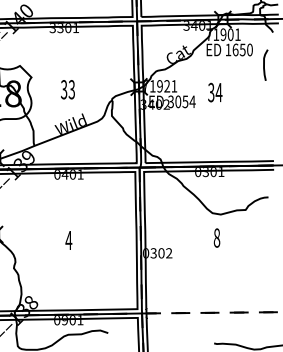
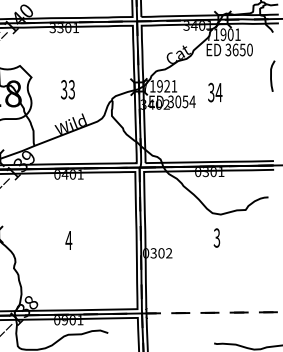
text at (228, 49): 1650 -> 3650
curve at (264, 64) position: (264, 64) -> (271, 75)
text at (216, 237): 8 -> 3
